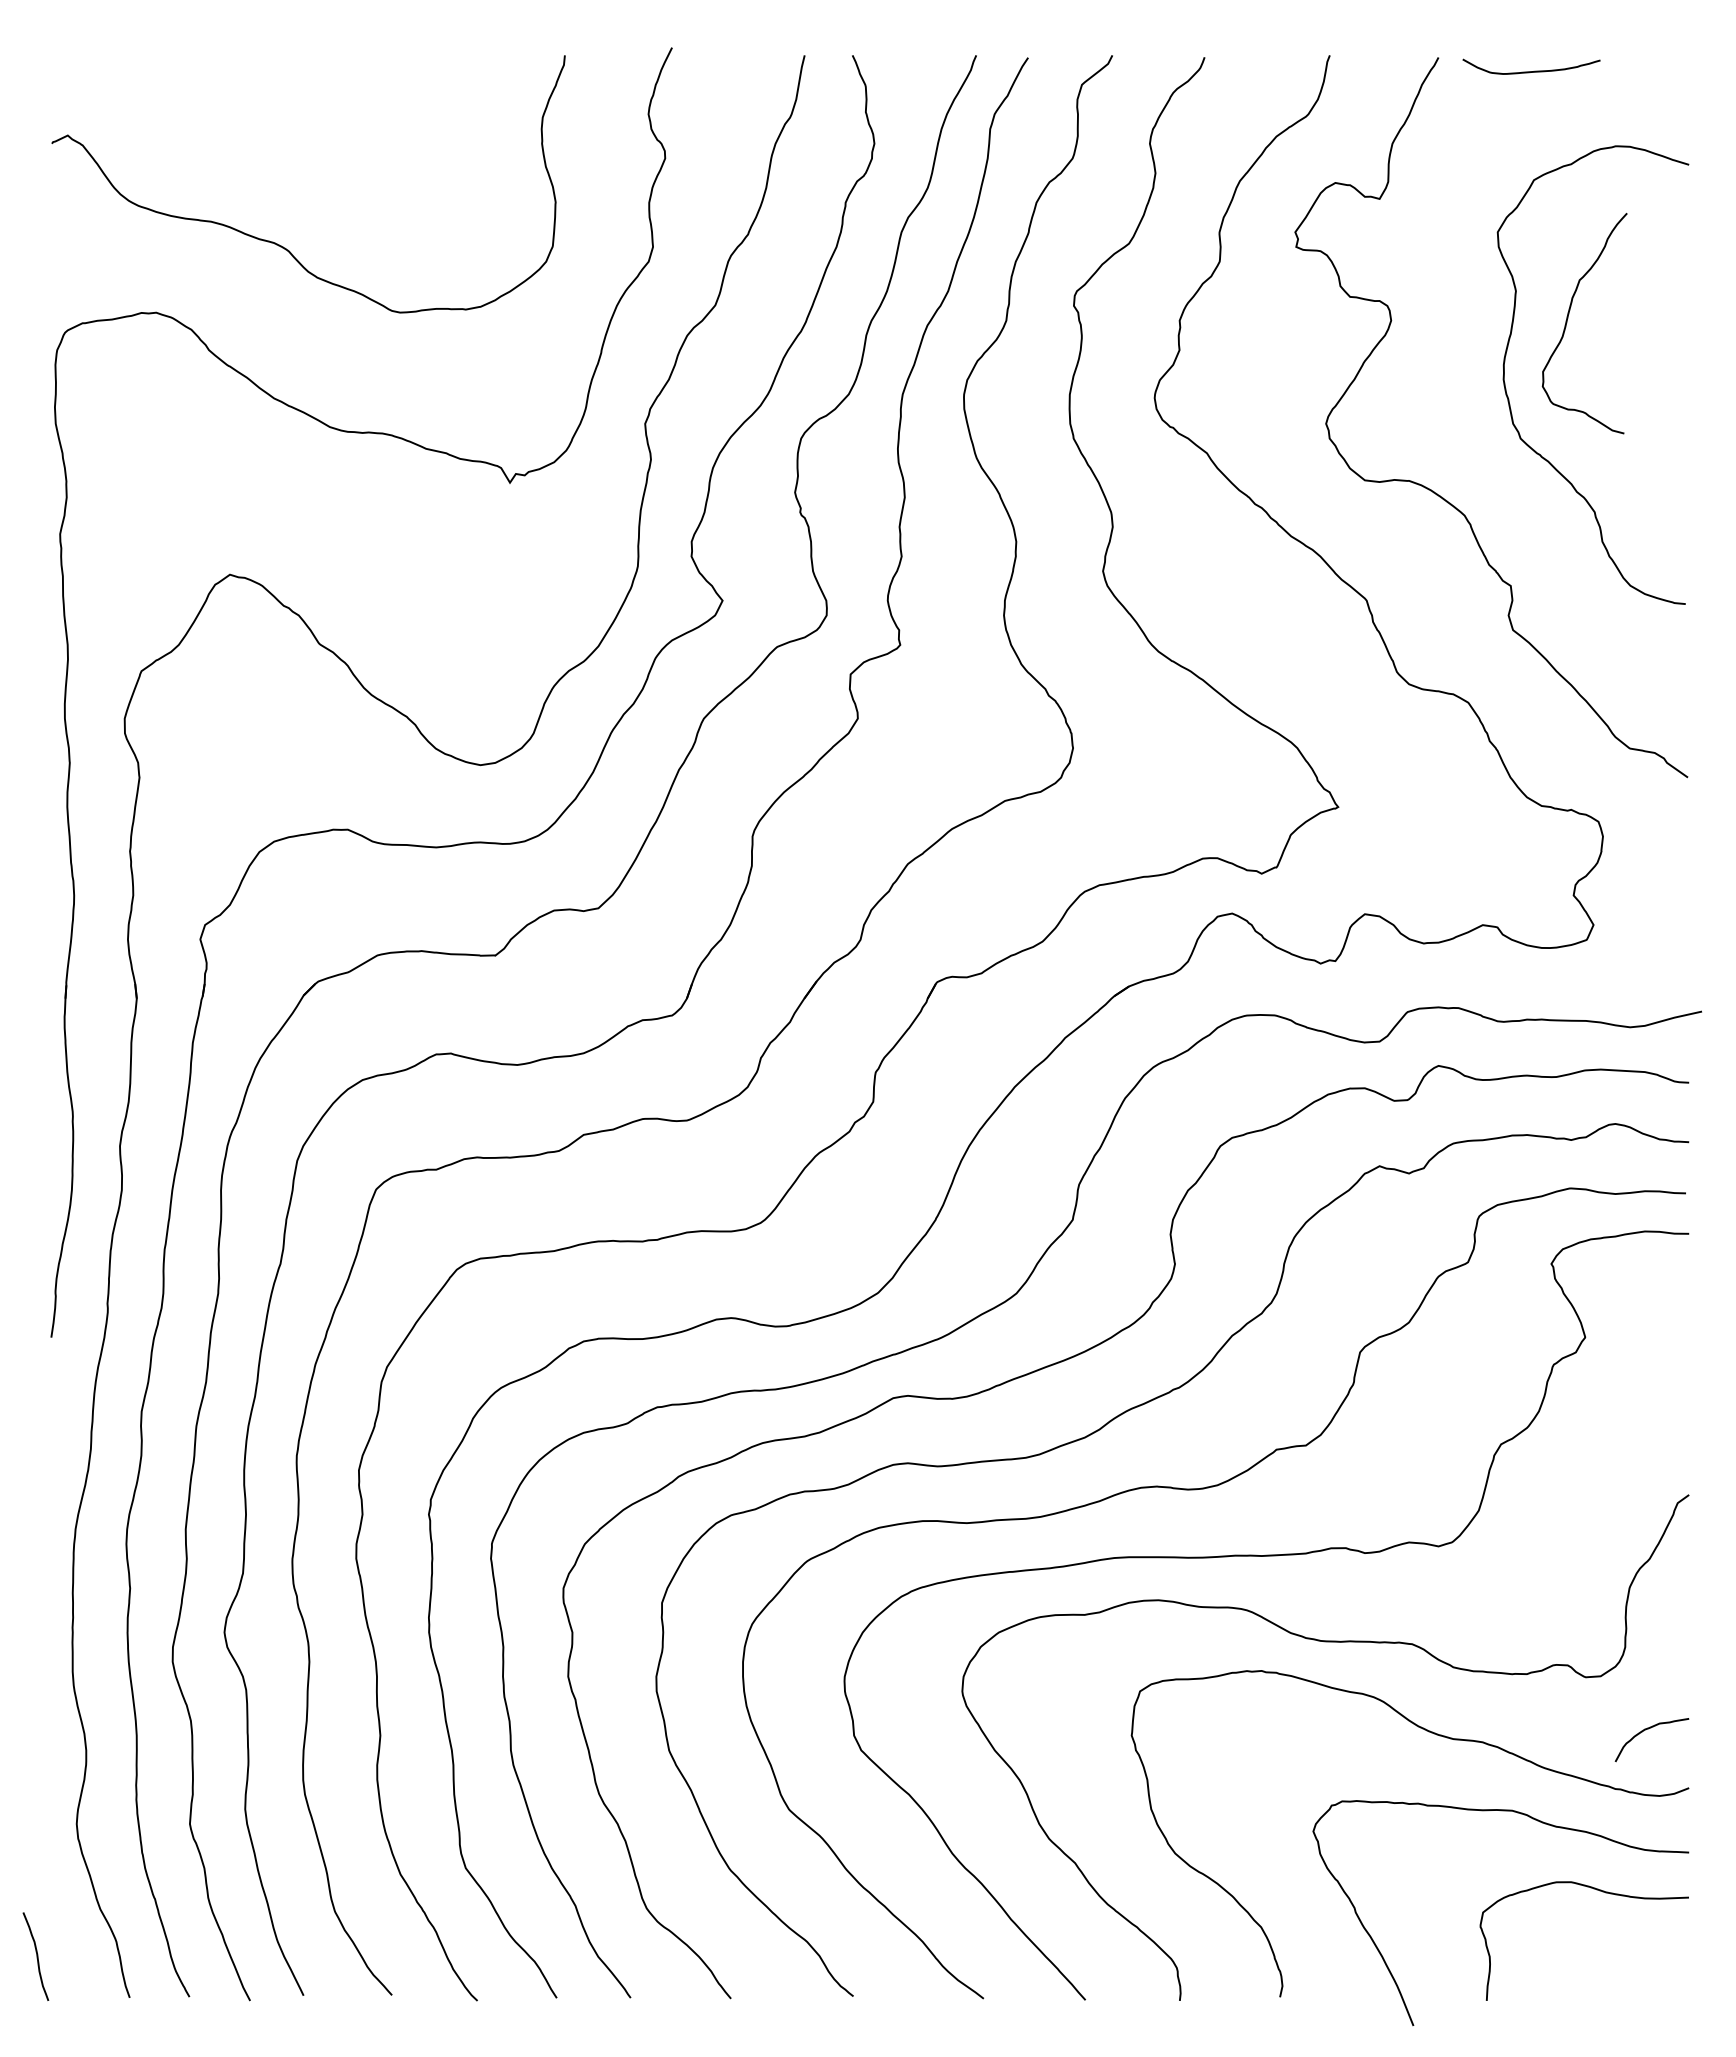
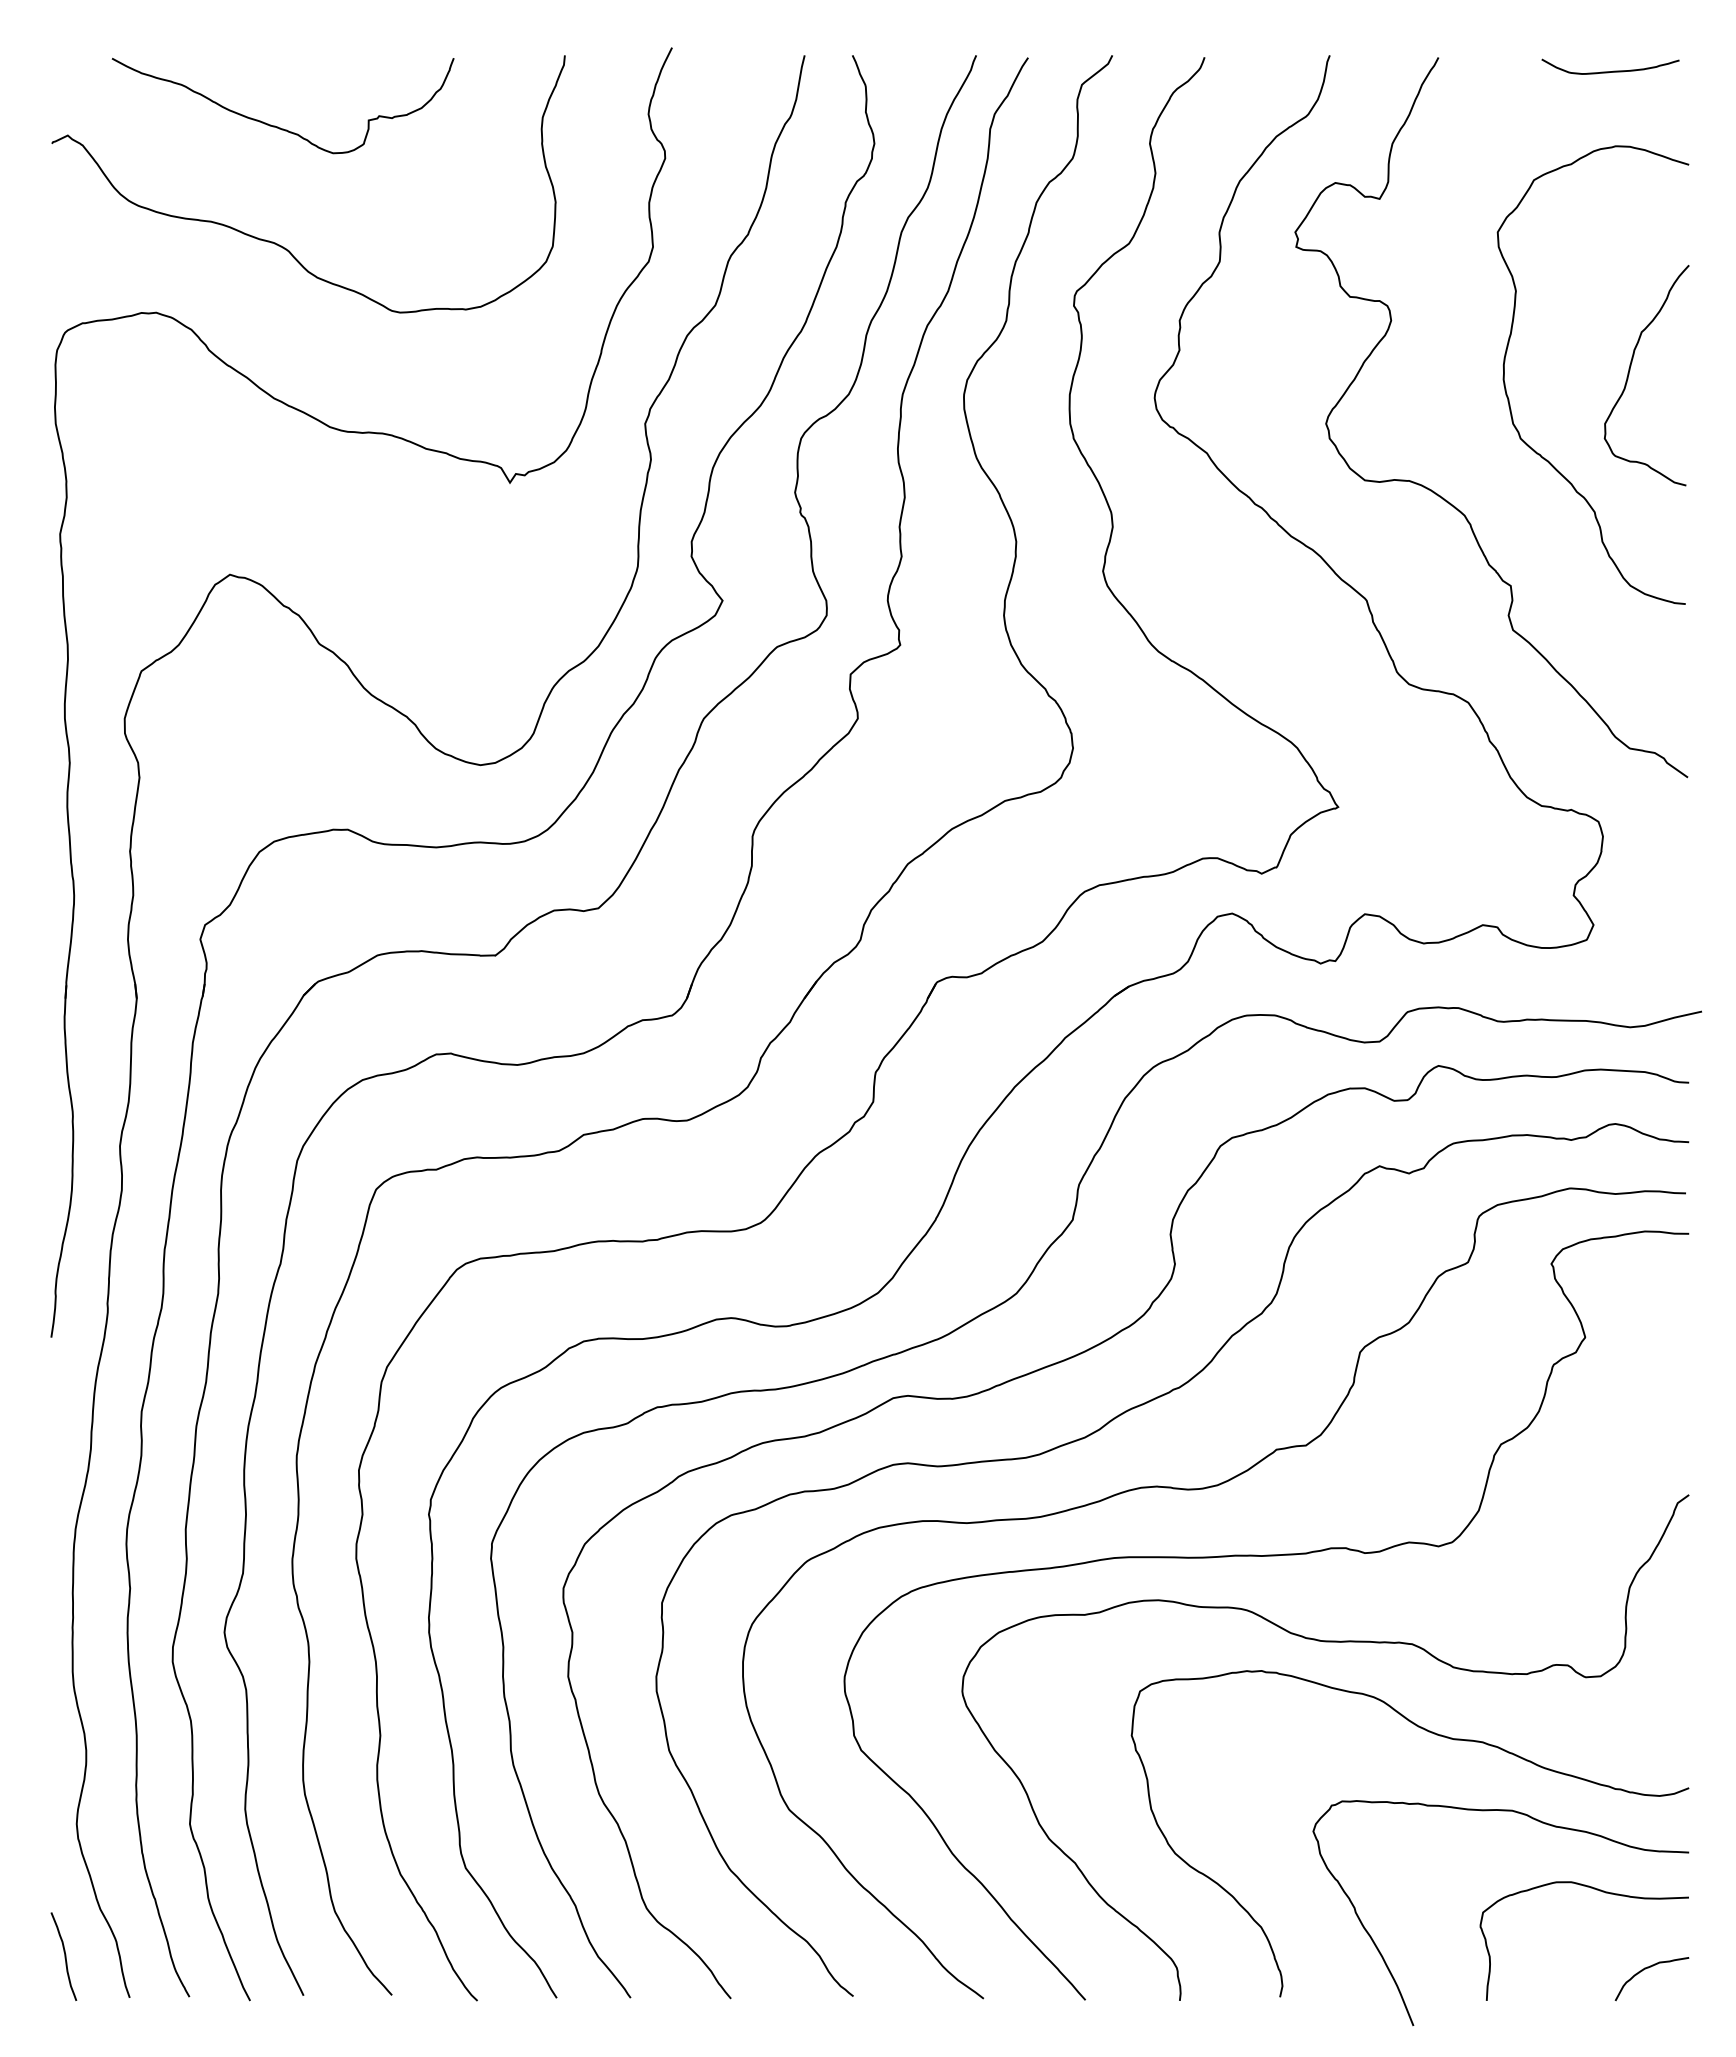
curve at (1534, 70) position: (1534, 70) -> (1613, 70)
curve at (275, 125): none -> present
curve at (1568, 318) position: (1568, 318) -> (1630, 370)
curve at (1648, 1729) position: (1648, 1729) -> (1648, 1968)
curve at (36, 1956) position: (36, 1956) -> (64, 1956)
